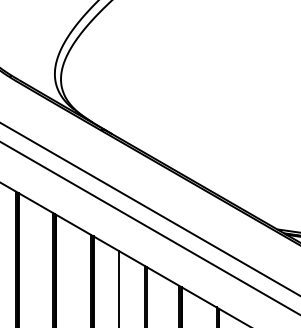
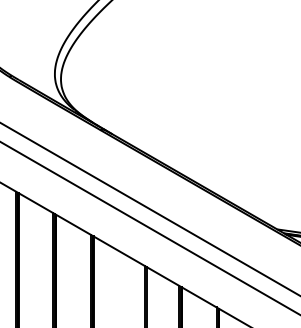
line at (119, 287): present -> none
